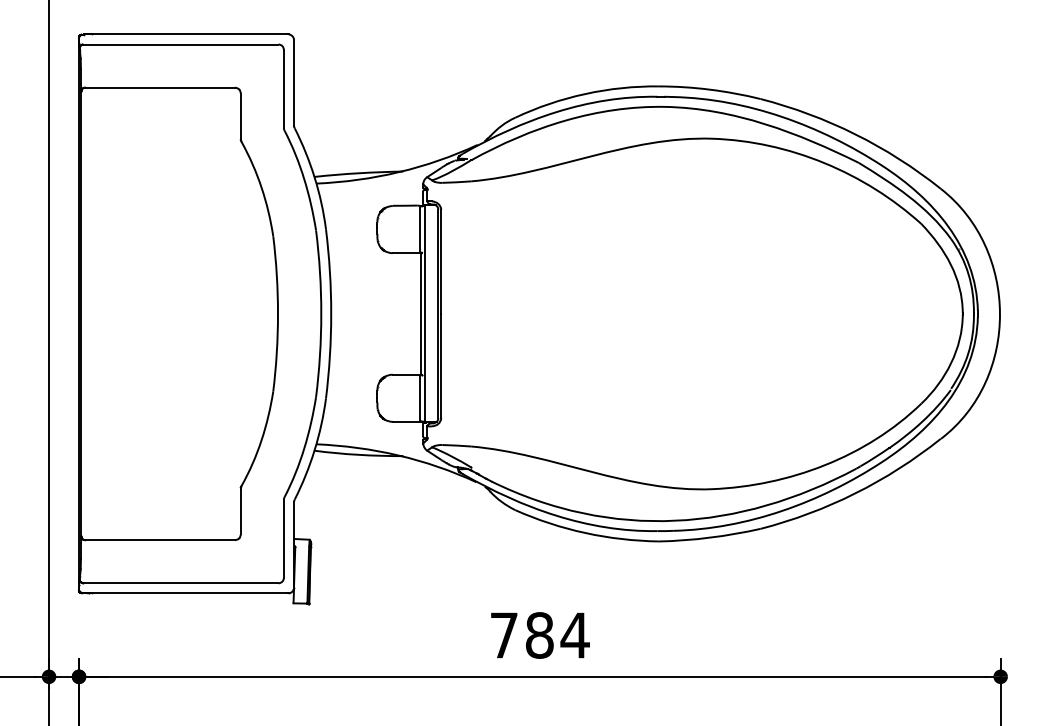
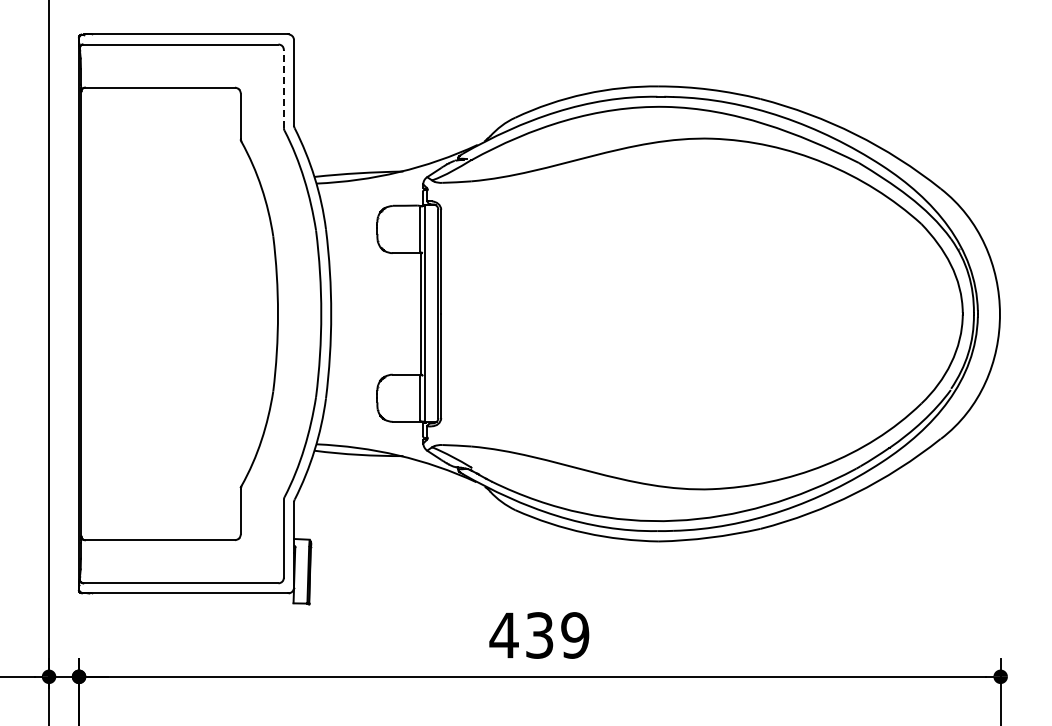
line at (283, 89): solid -> dashed
text at (539, 635): 784 -> 439
